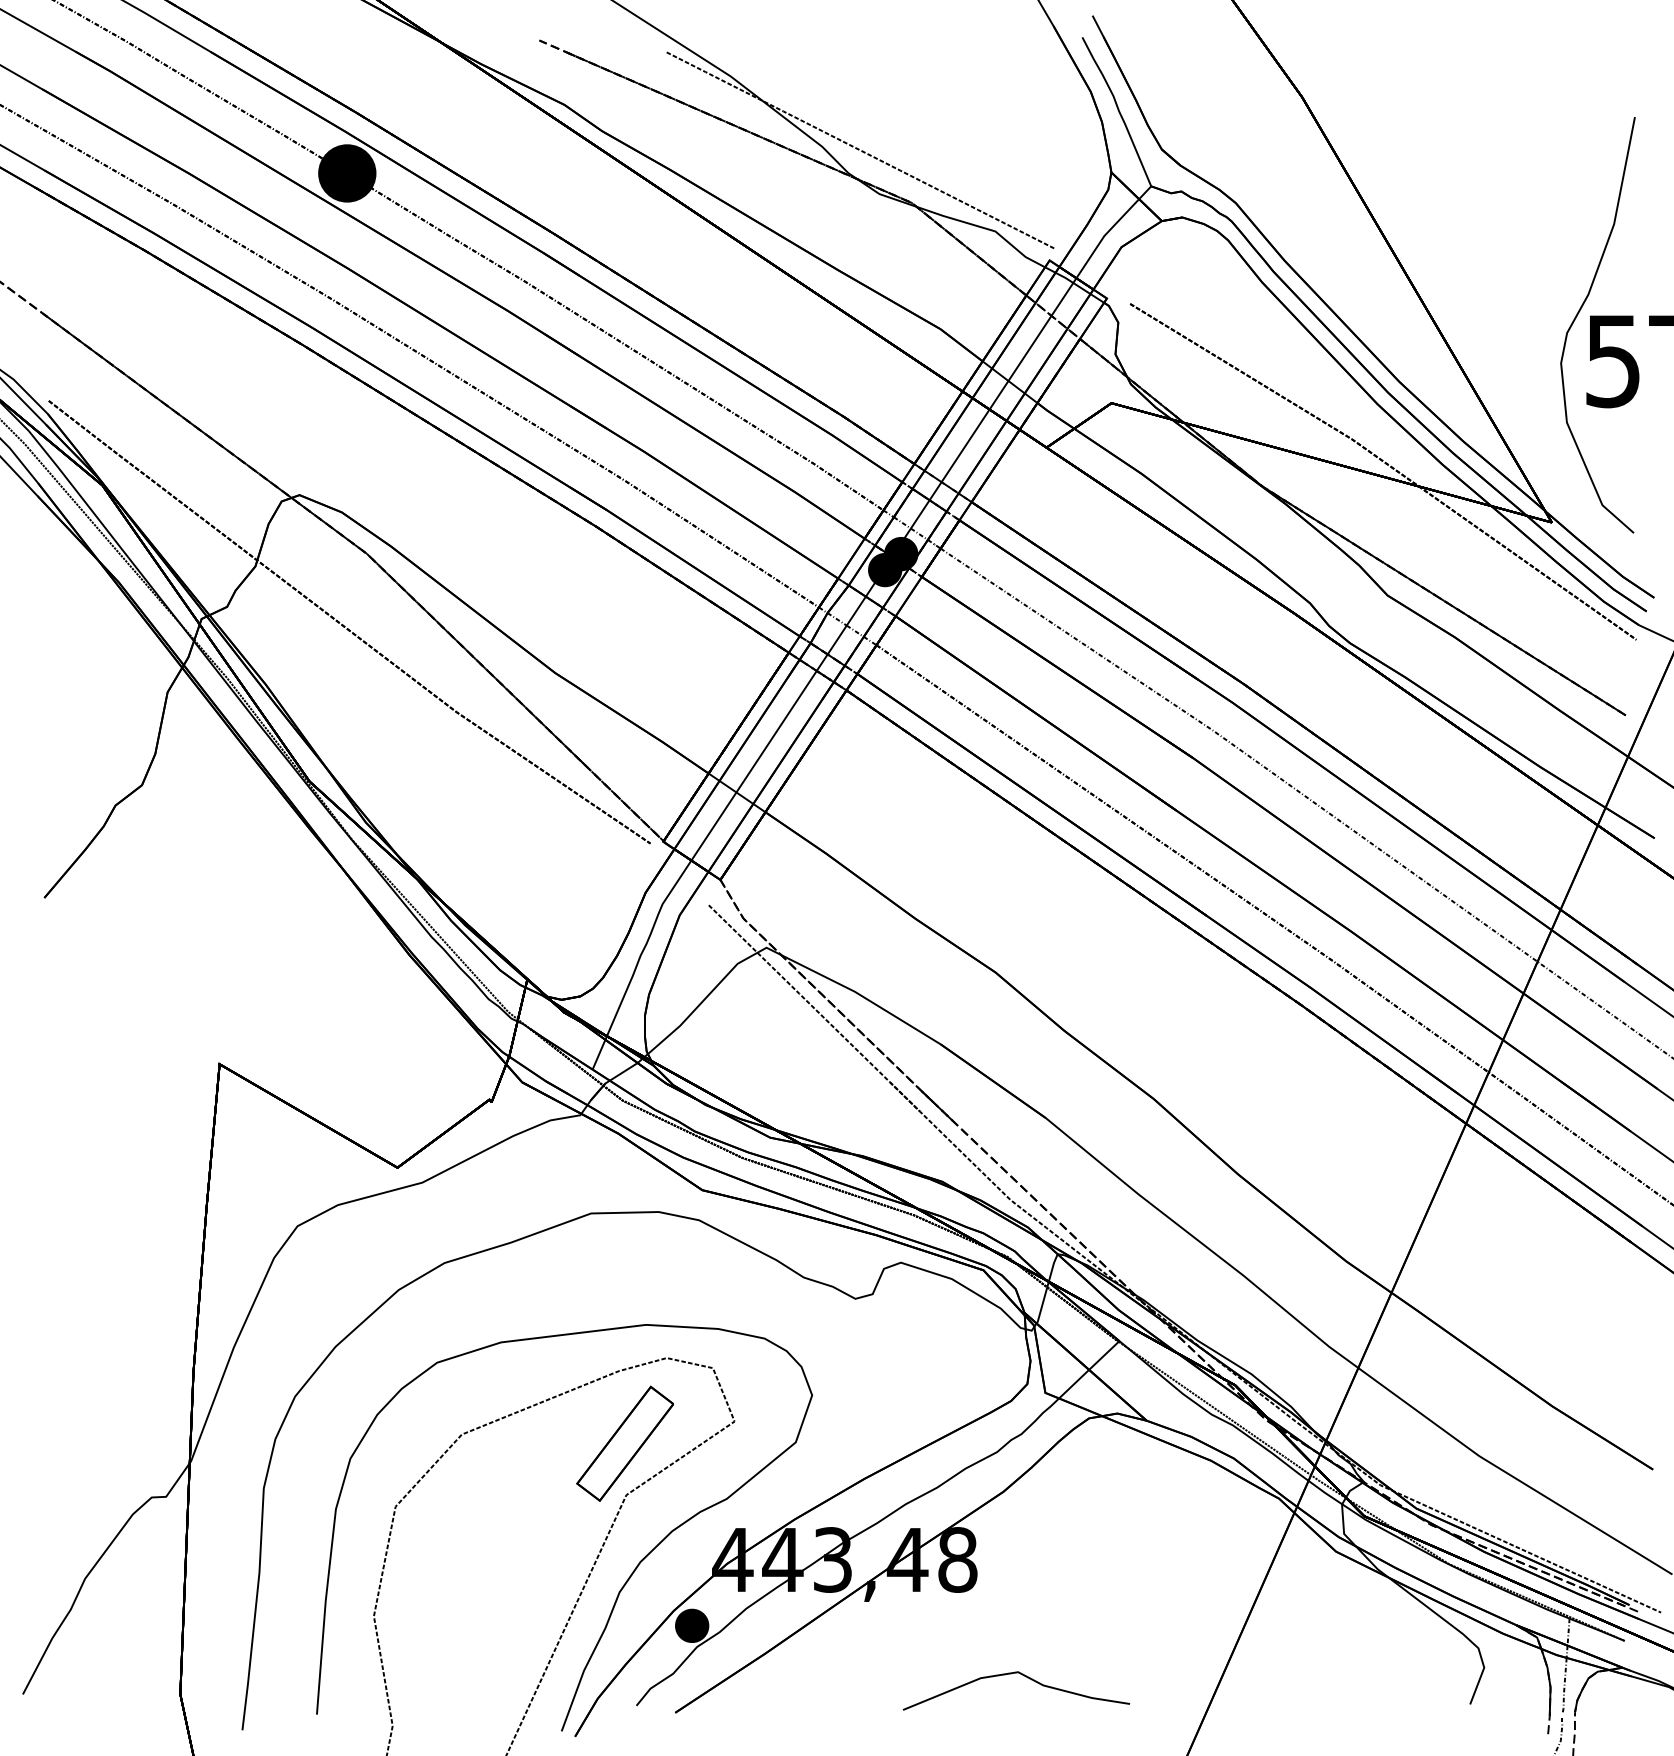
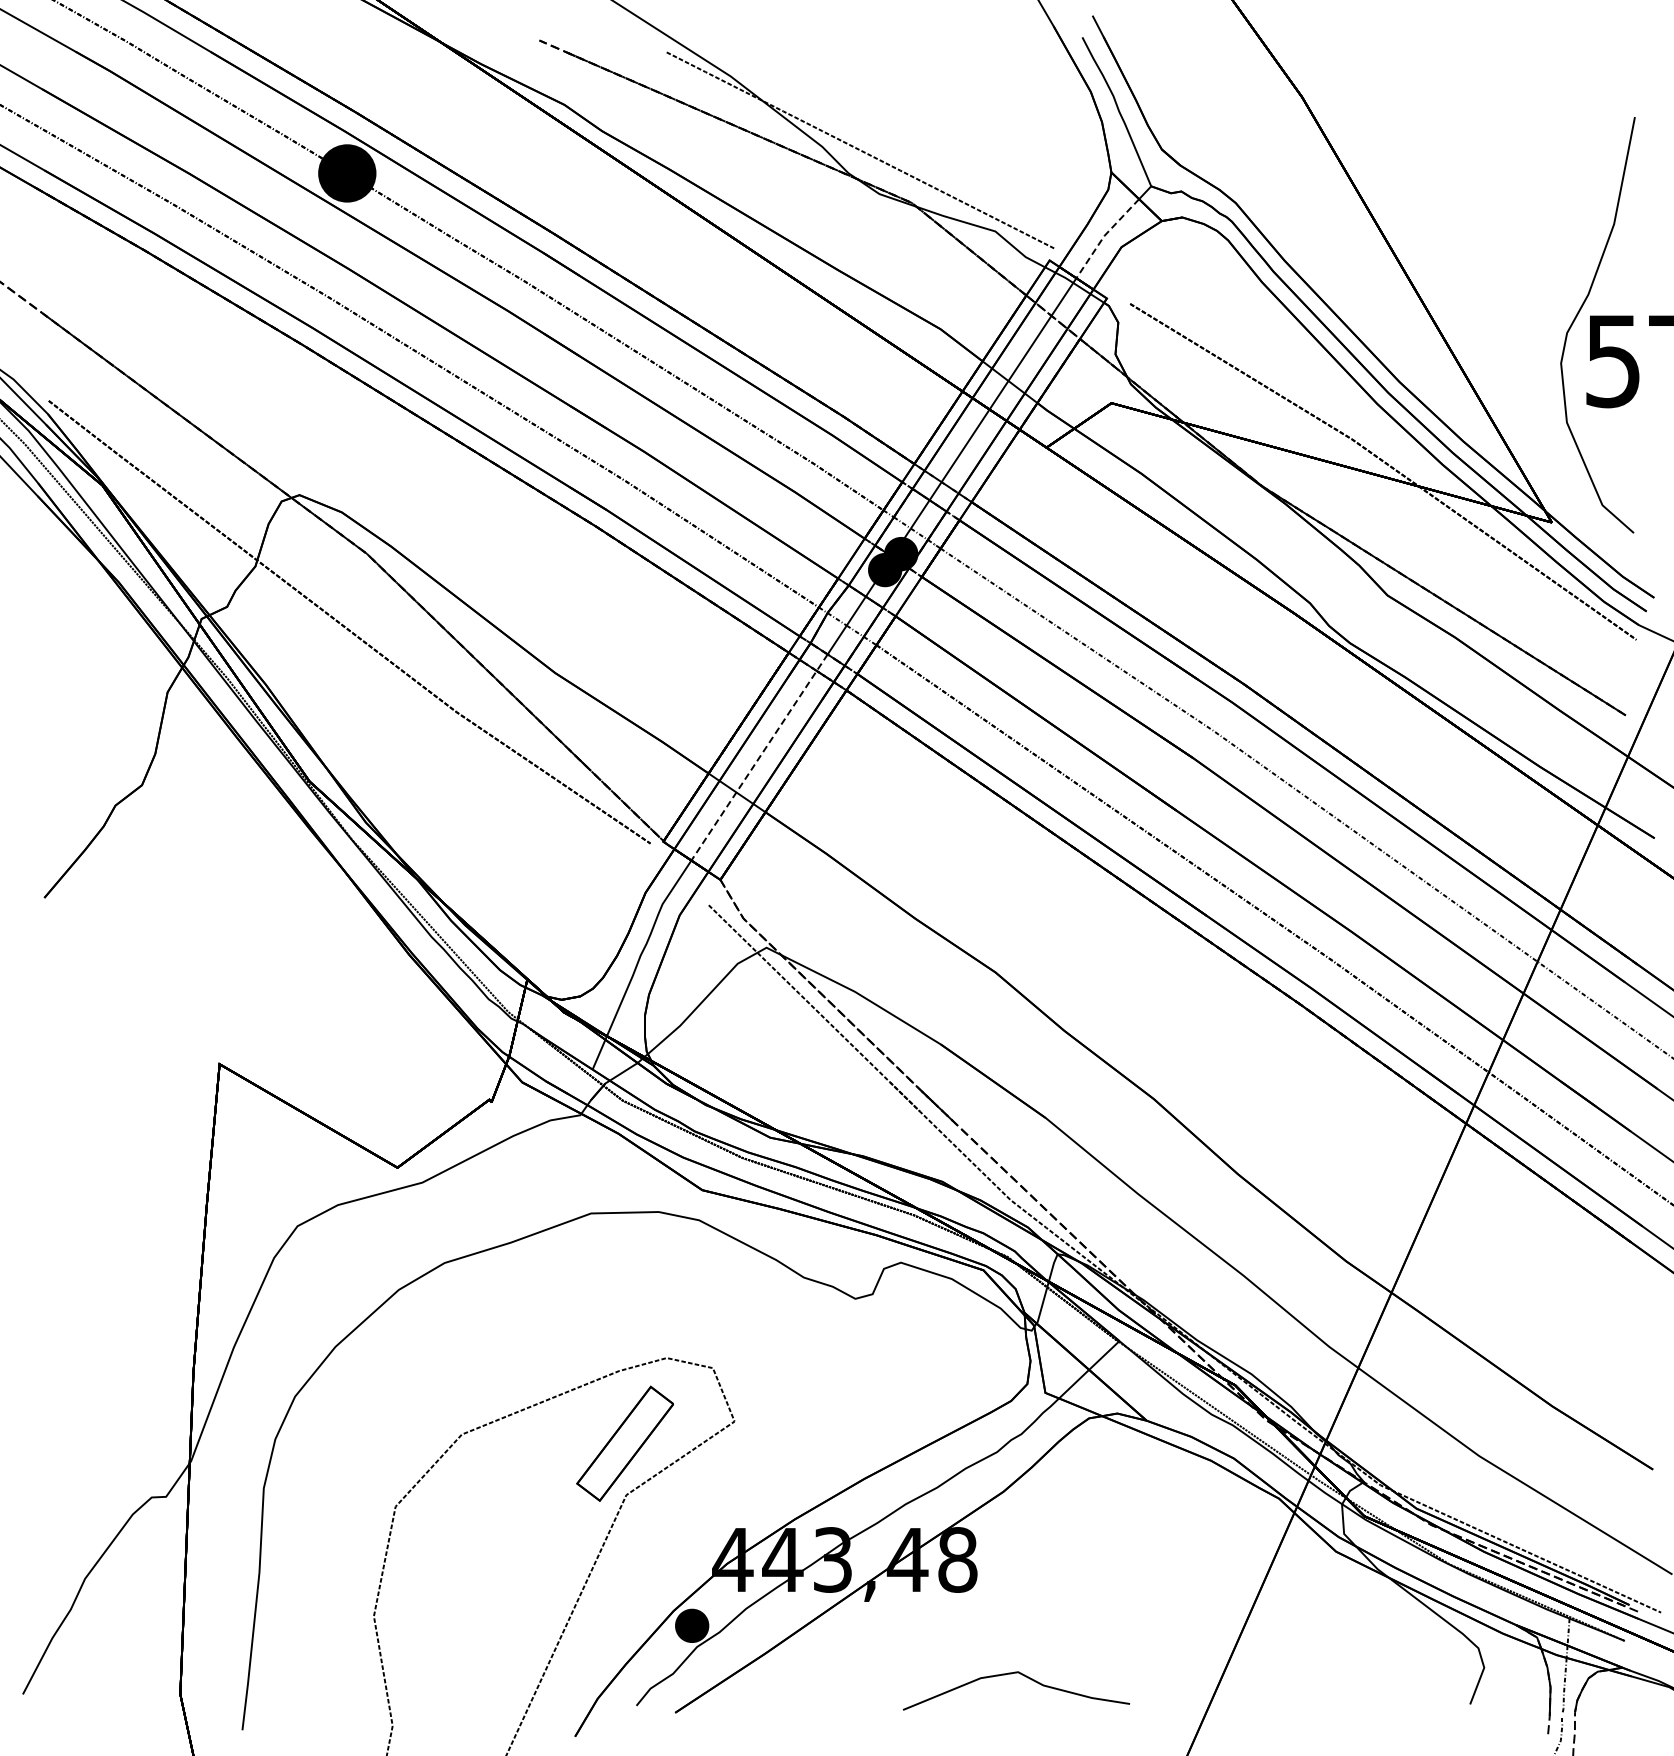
line at (1104, 235): solid -> dashed
line at (759, 757): solid -> dashed
curve at (632, 1571): present -> none
